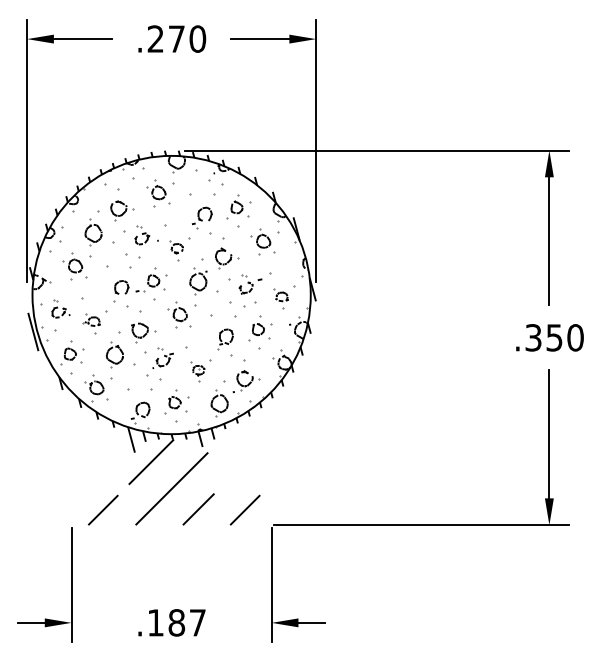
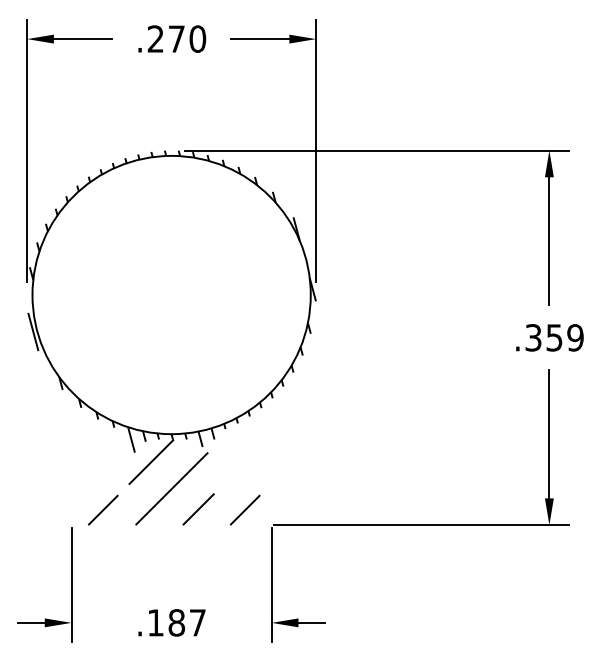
hatch at (170, 294): present -> none
text at (575, 337): .350 -> .359
